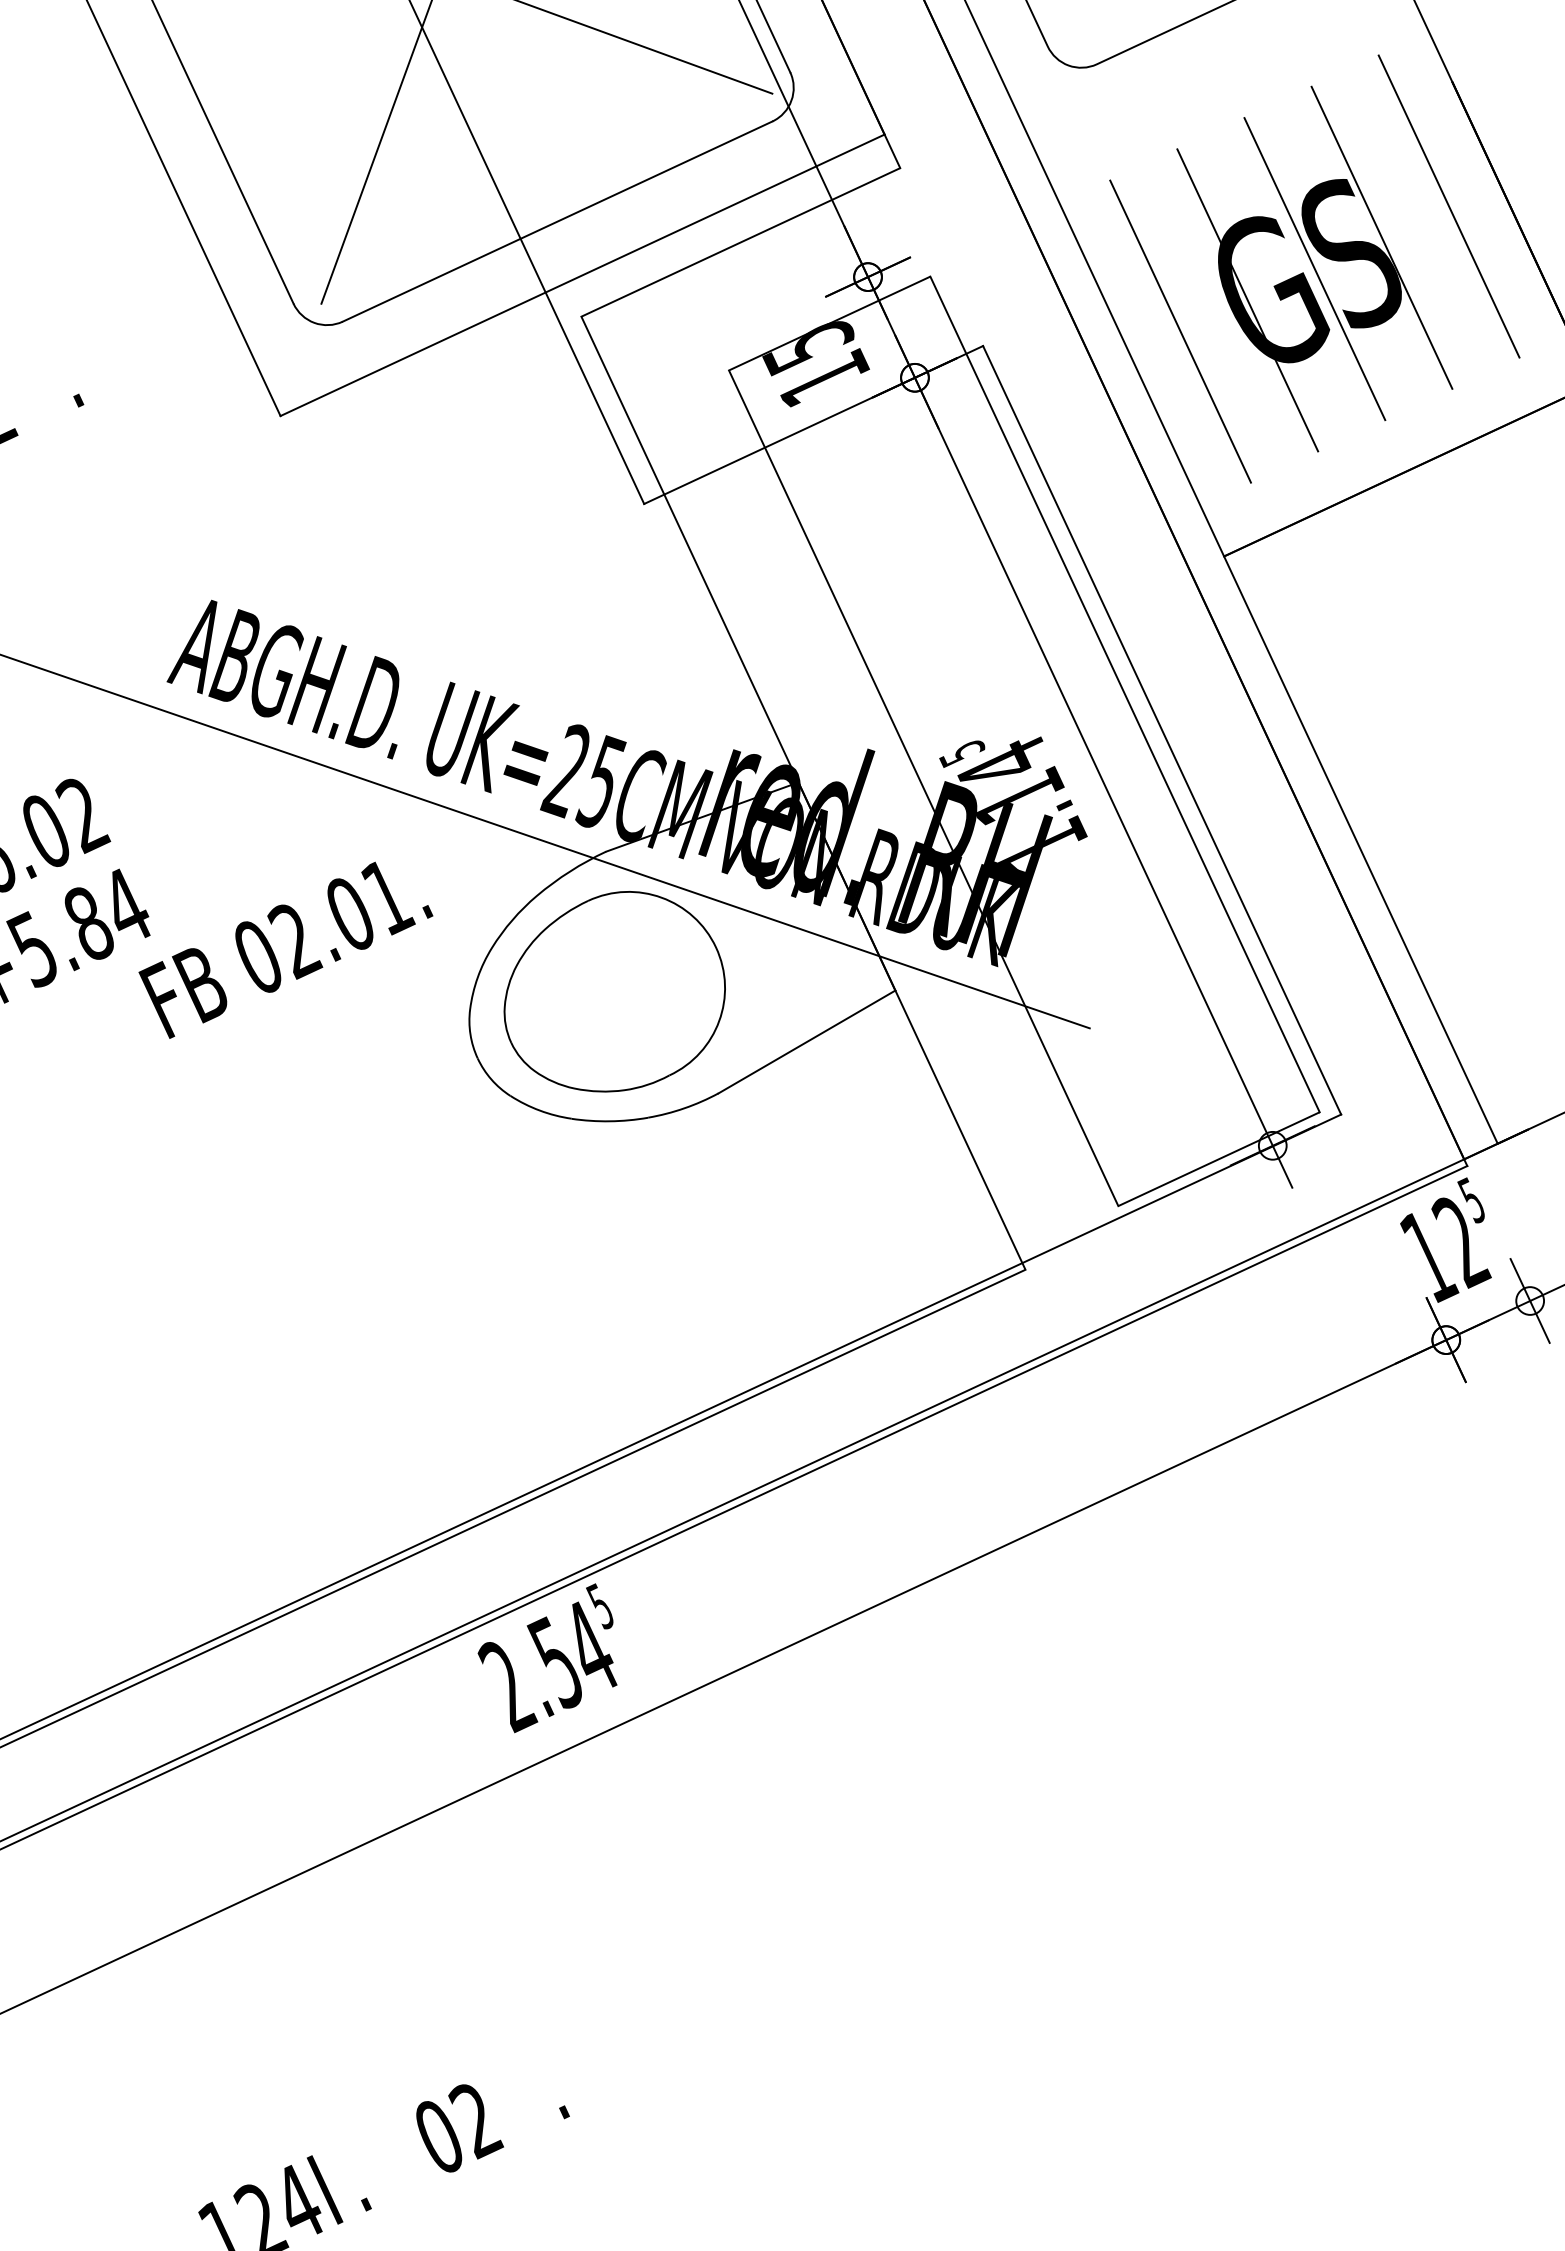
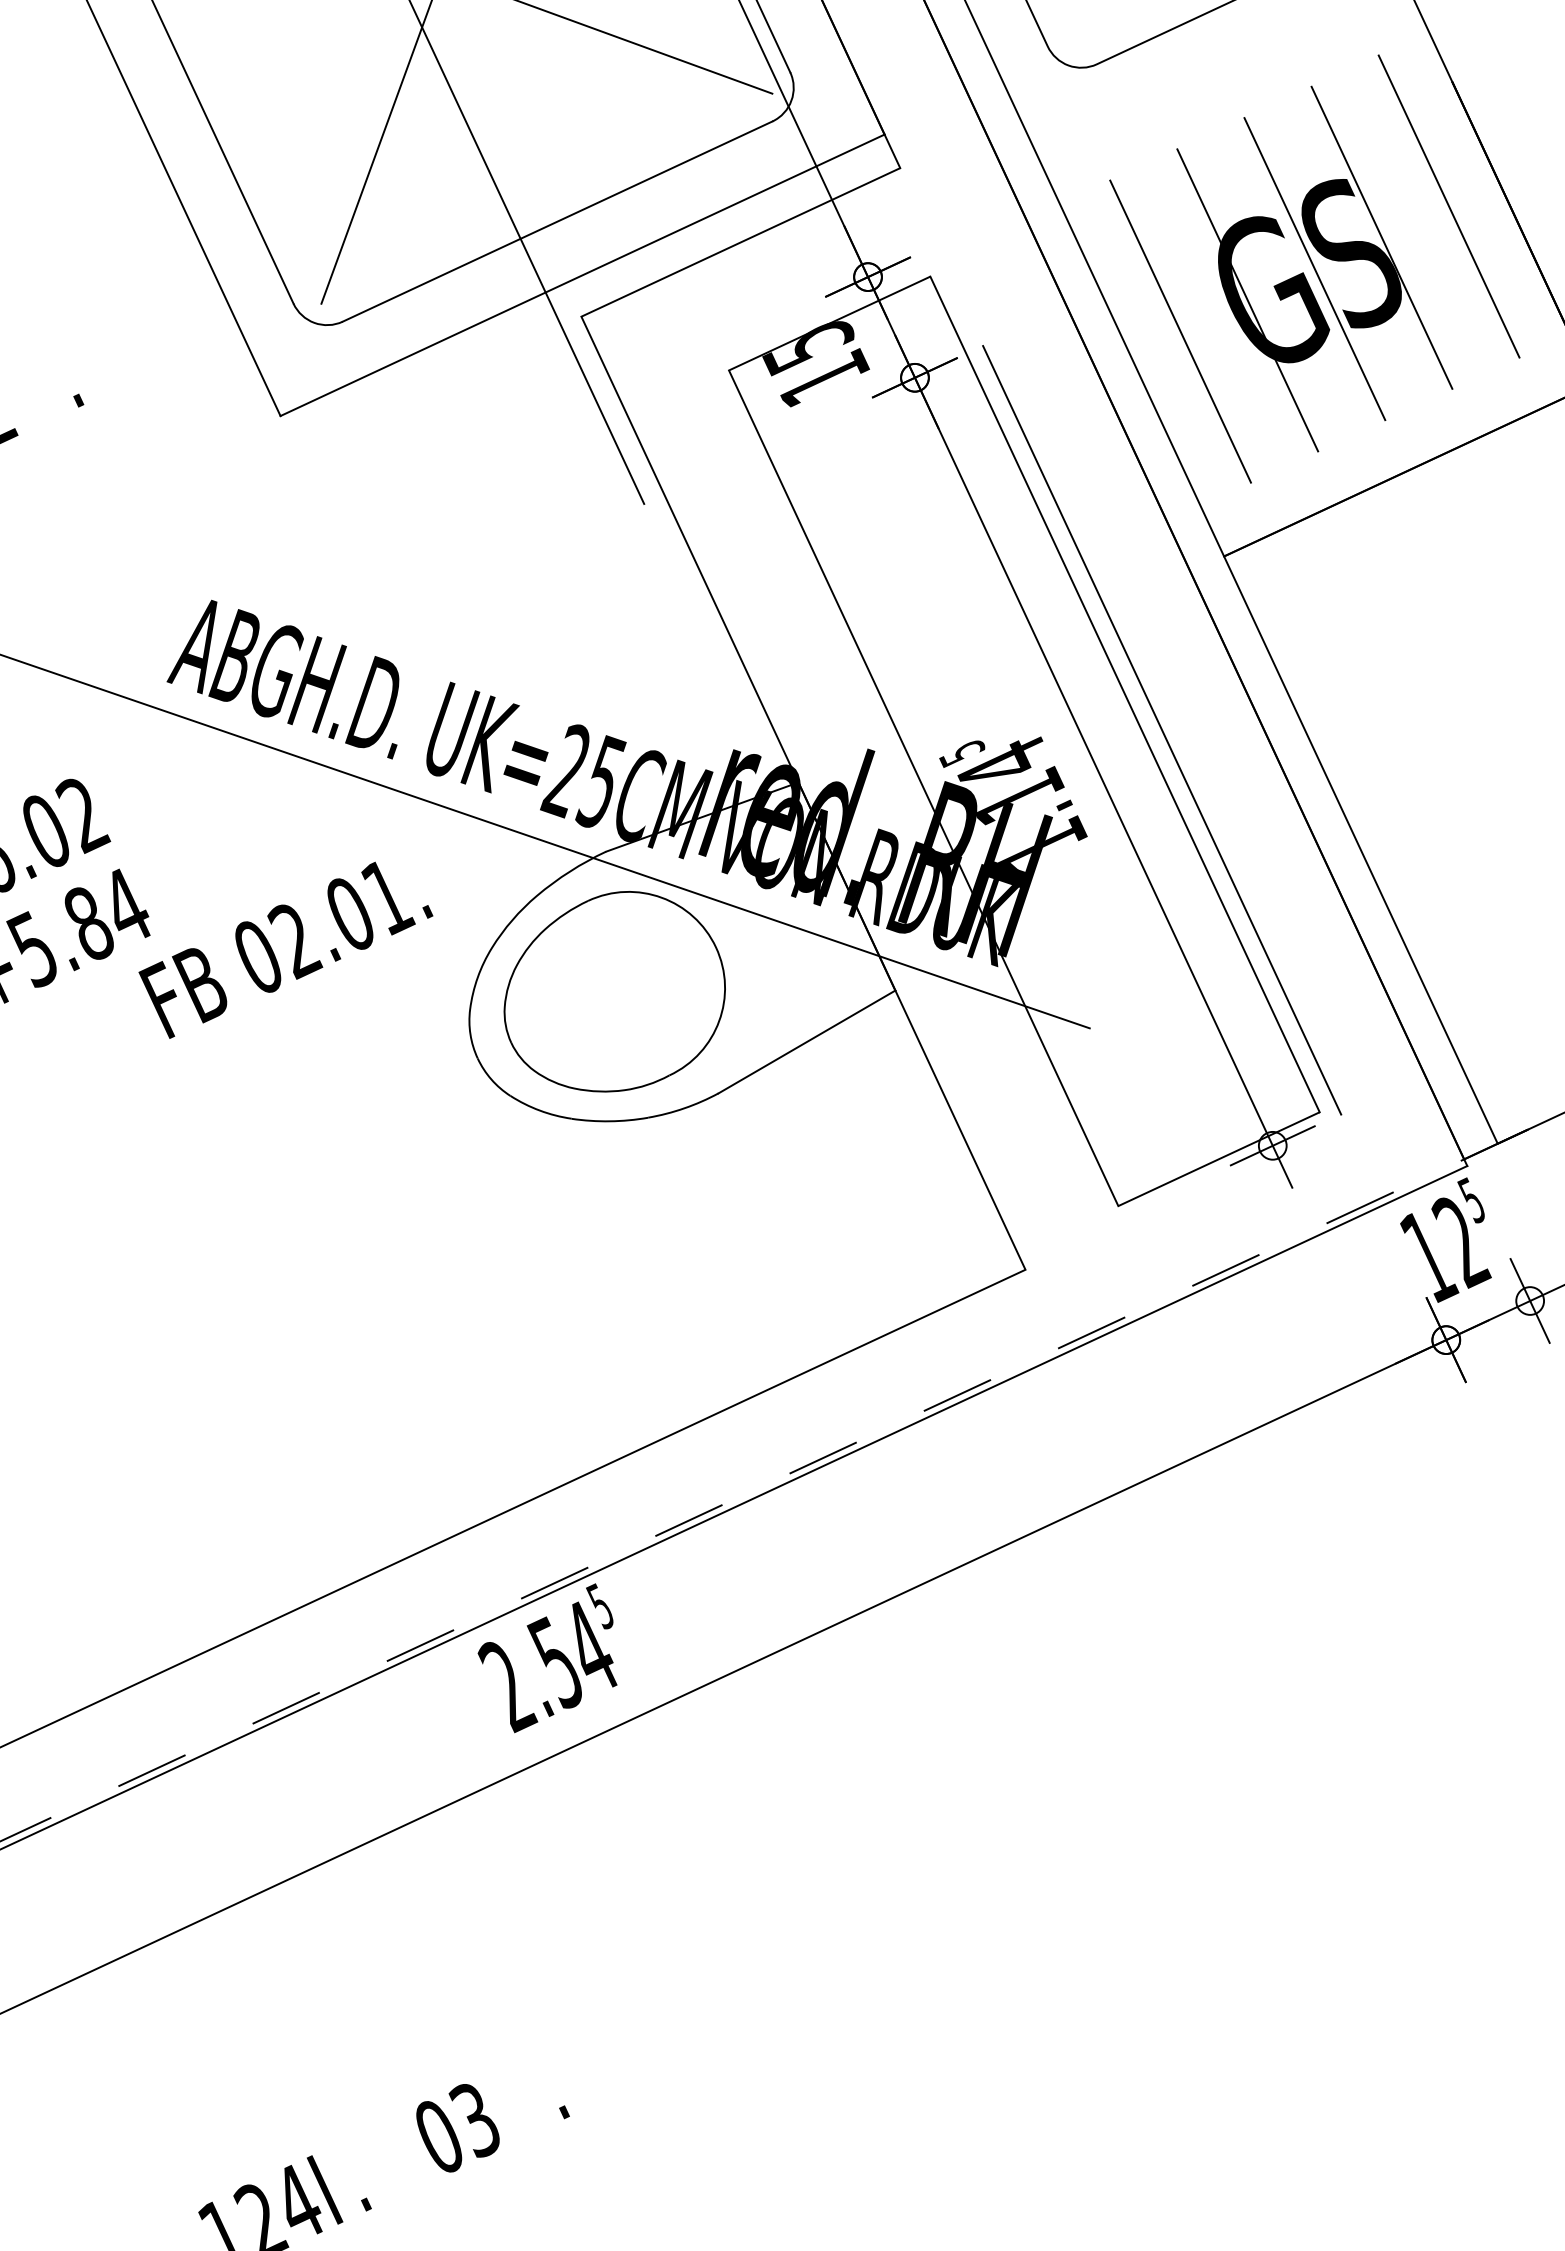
line at (813, 424): present -> none
line at (671, 1426): present -> none
line at (763, 1485): solid -> dashed
text at (476, 2121): 02 -> 03
